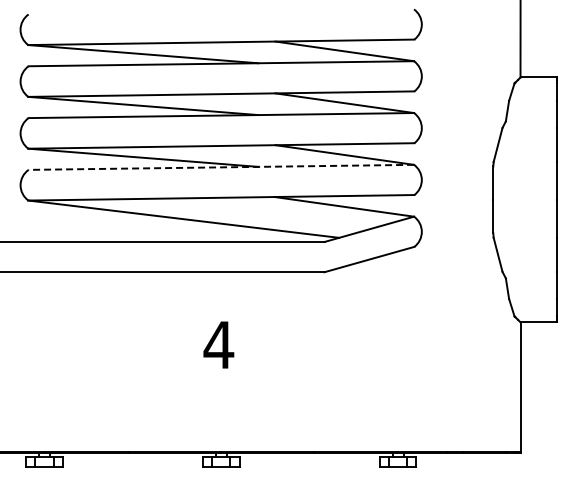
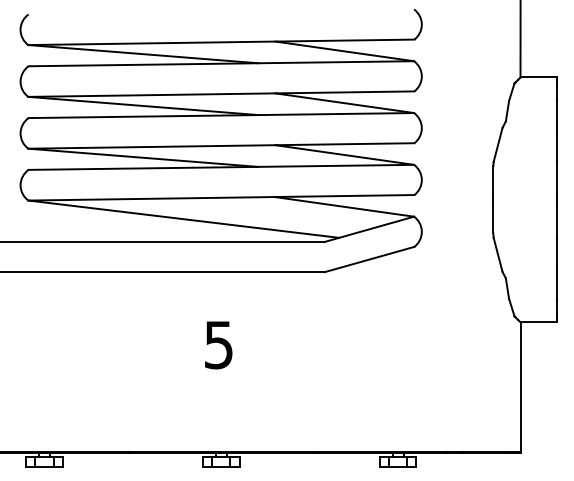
line at (221, 167): dashed -> solid
text at (218, 345): 4 -> 5
